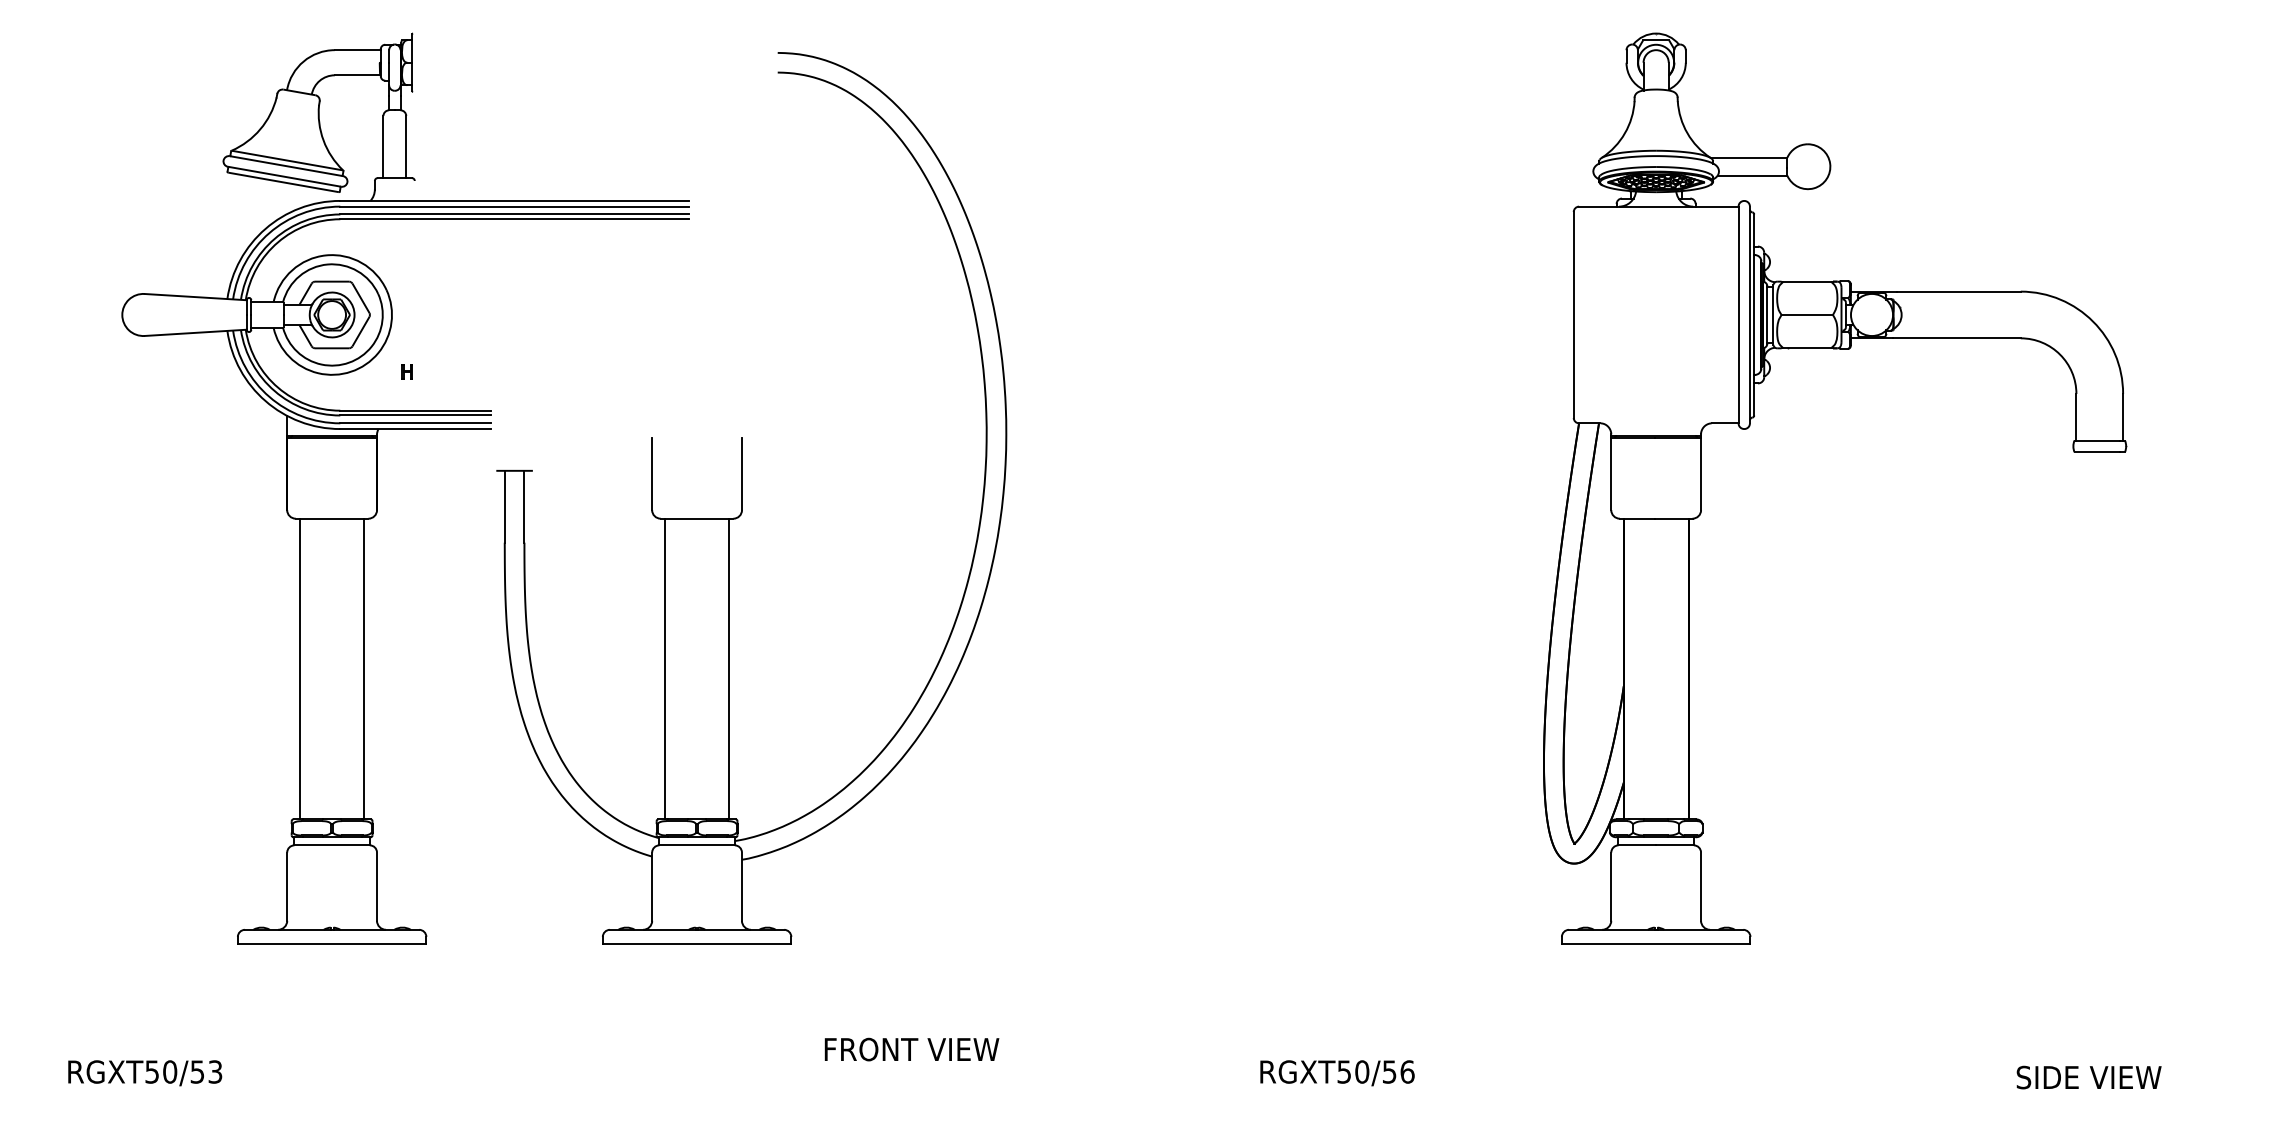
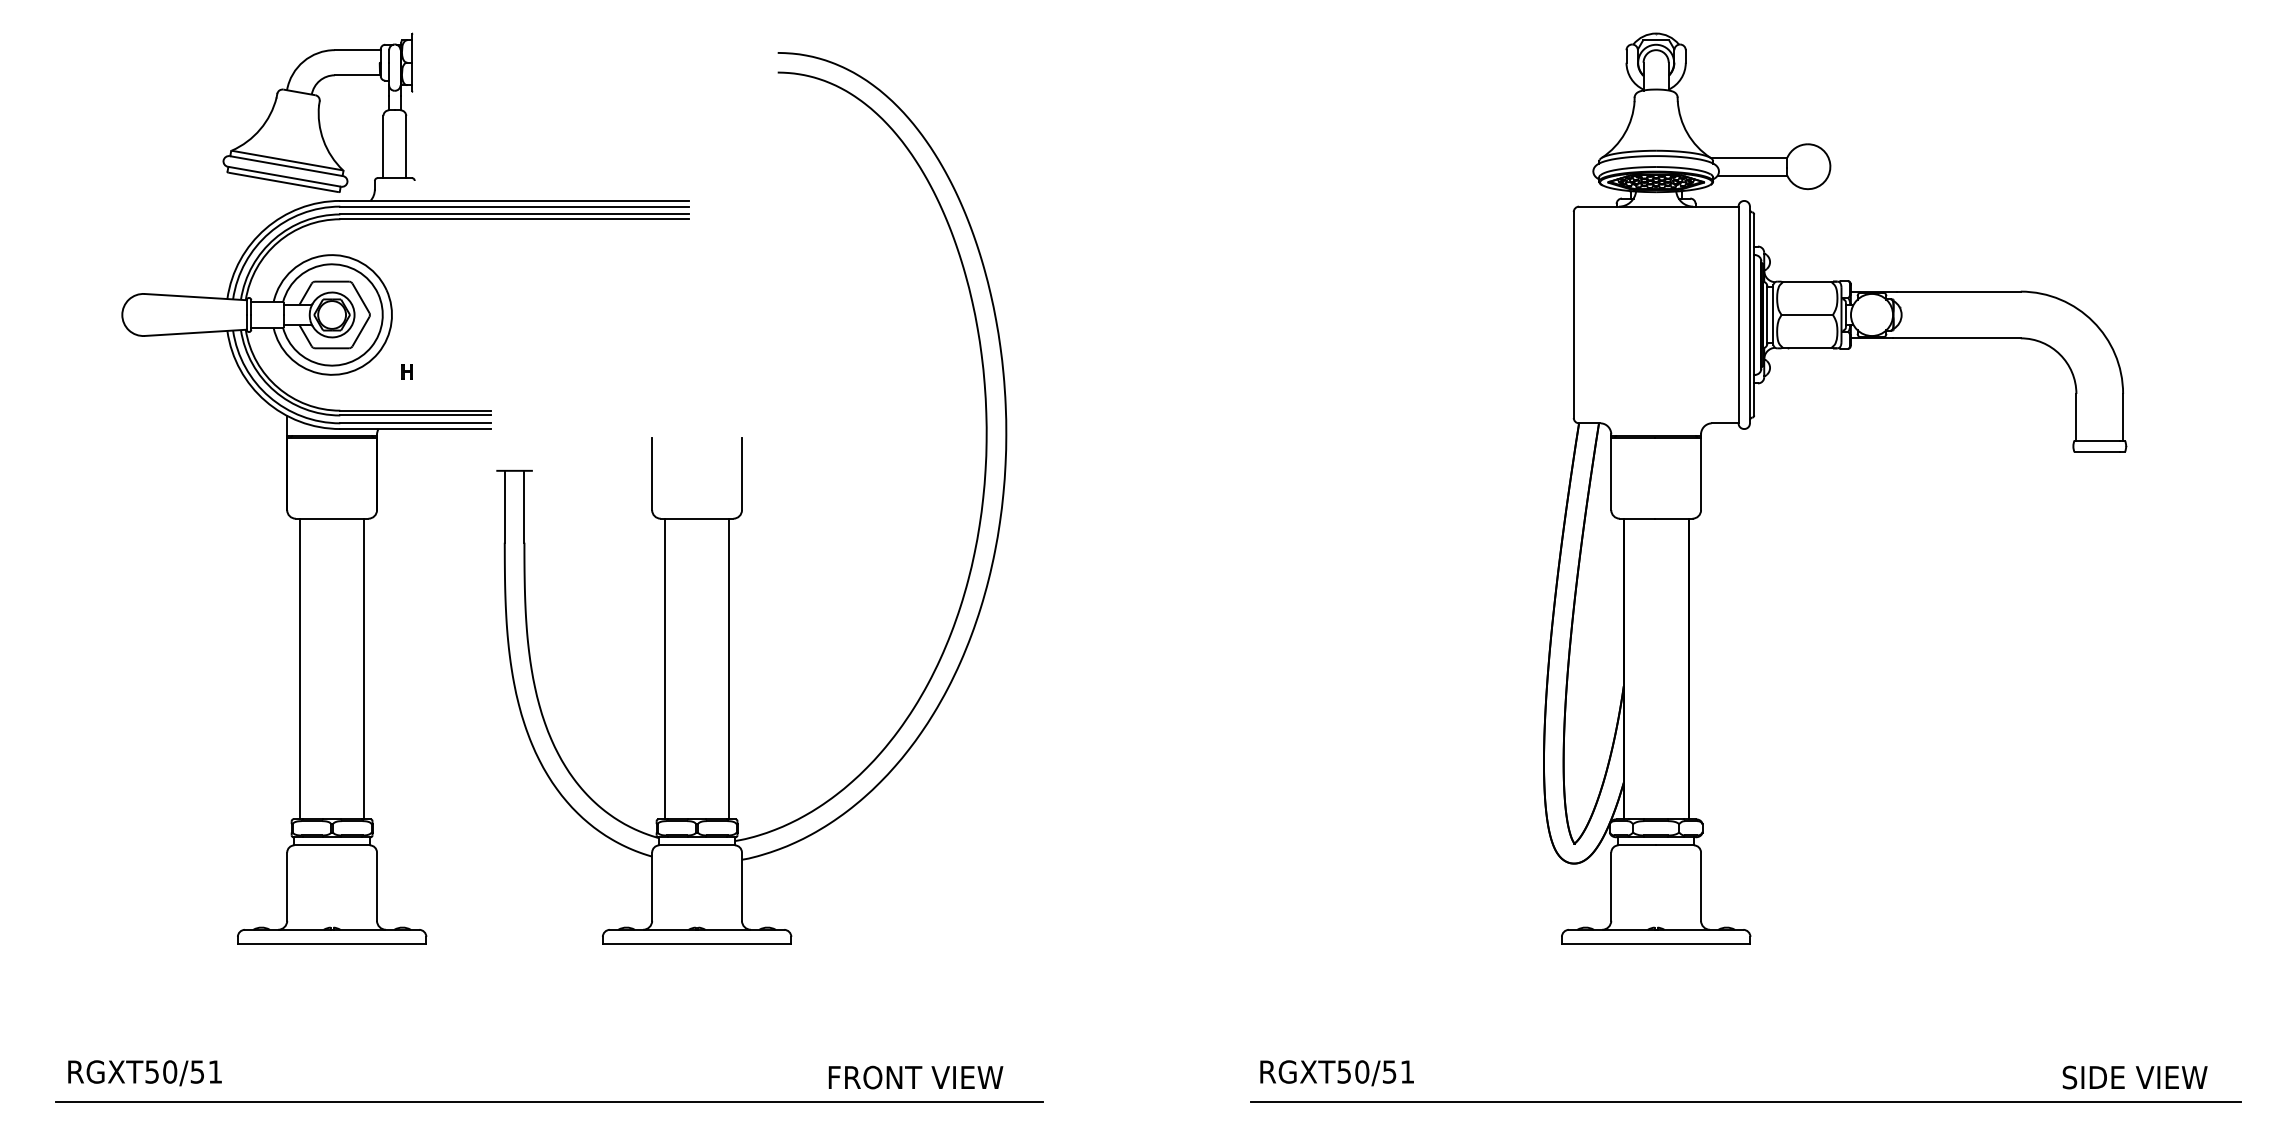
text at (911, 1049) position: (911, 1049) -> (915, 1077)
text at (215, 1071): RGXT50/53 -> RGXT50/51
text at (1407, 1071): RGXT50/56 -> RGXT50/51
text at (2088, 1077) position: (2088, 1077) -> (2134, 1077)
line at (548, 1102): none -> present
line at (1745, 1102): none -> present
